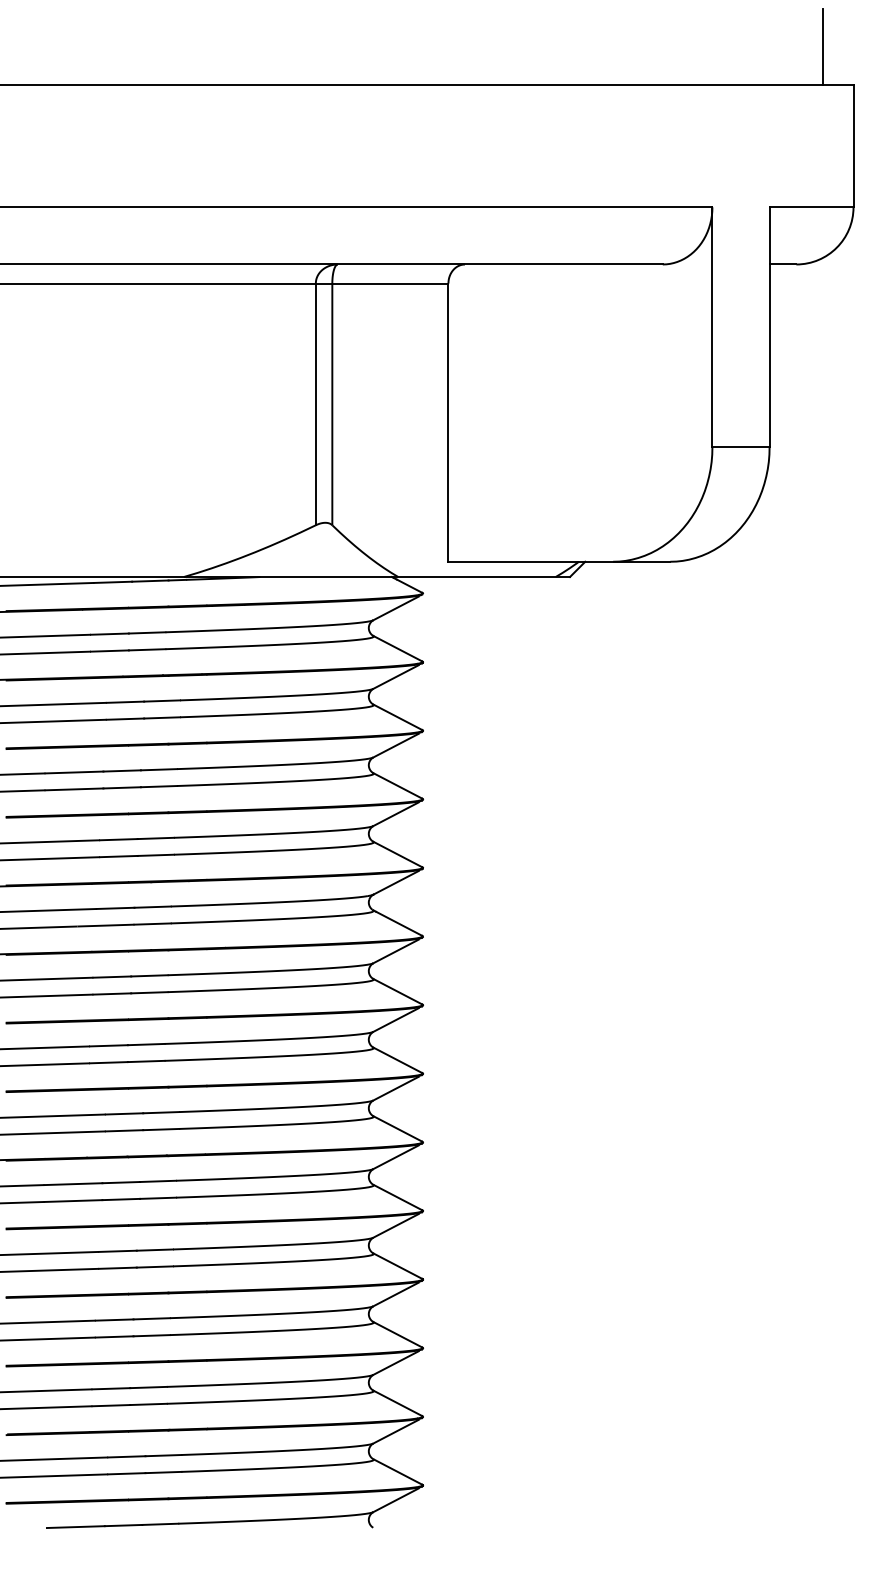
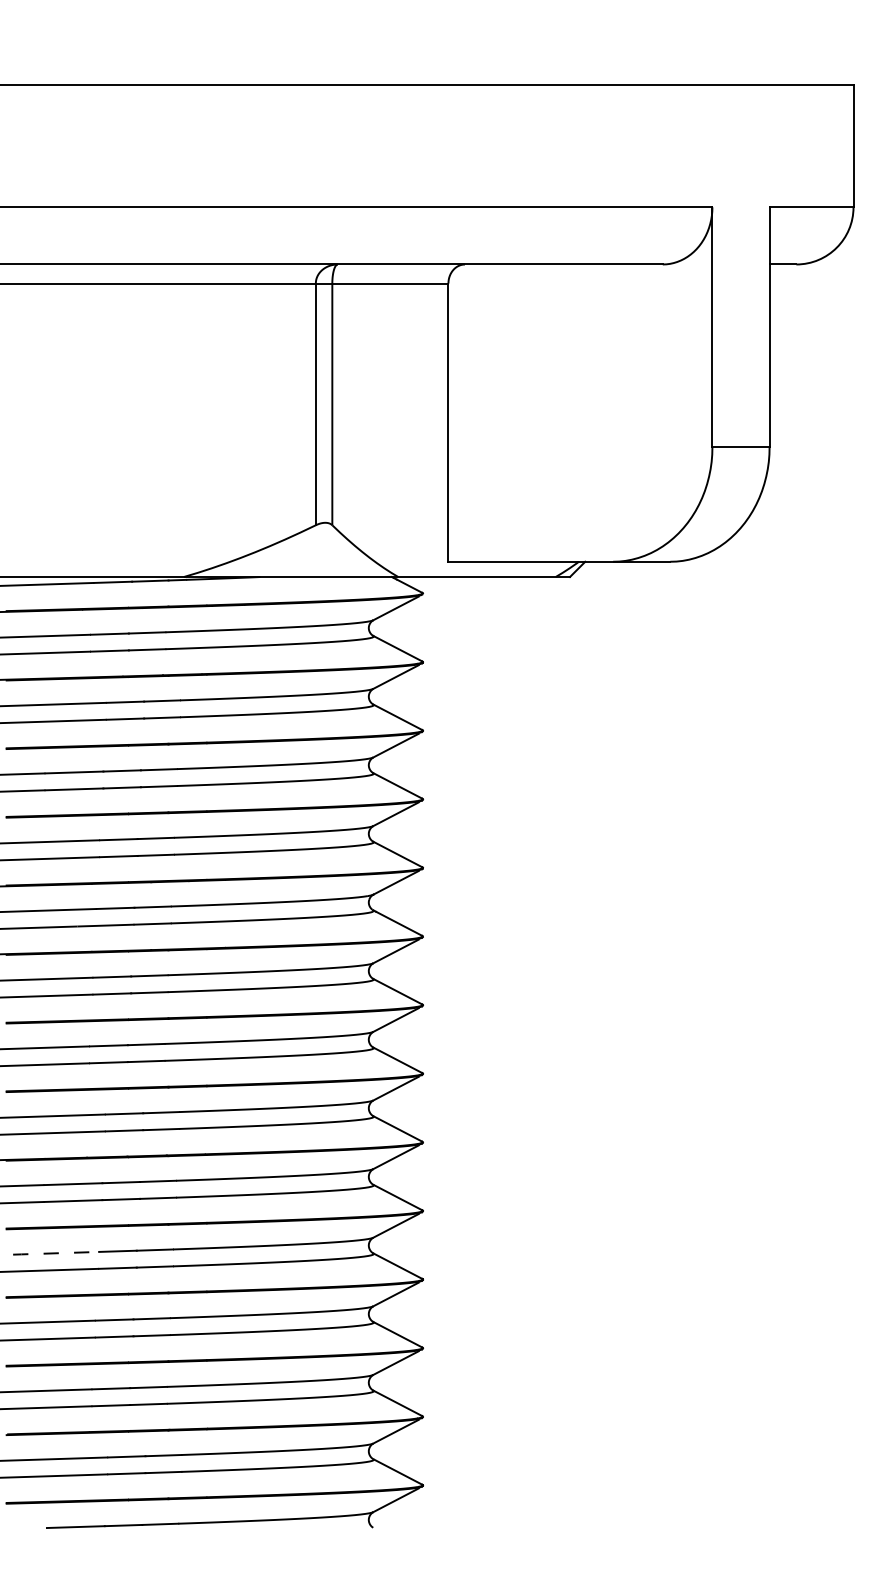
line at (823, 47): present -> none
line at (48, 1253): solid -> dashed
